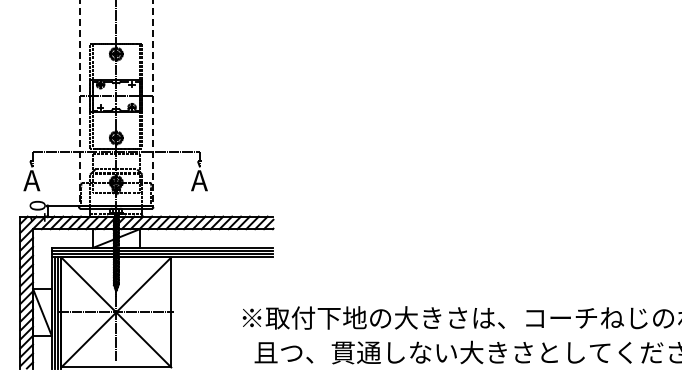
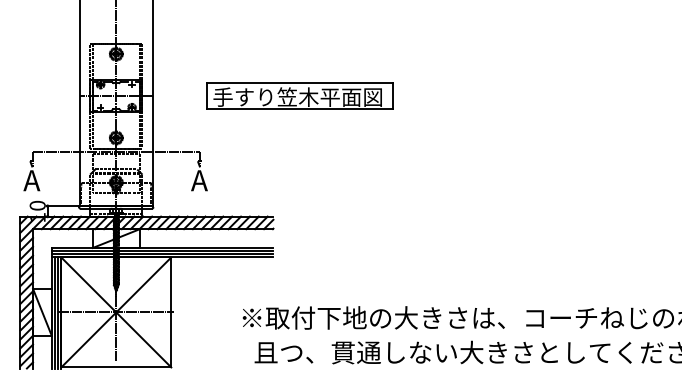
part at (299, 95): none -> present
line at (79, 103): dashed -> solid
line at (152, 103): dashed -> solid
